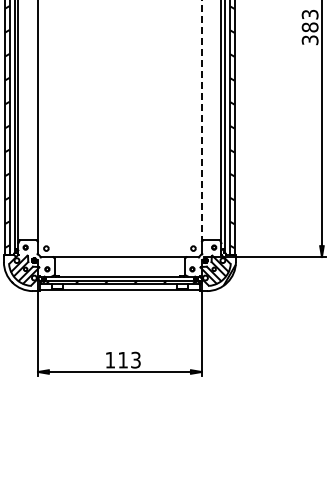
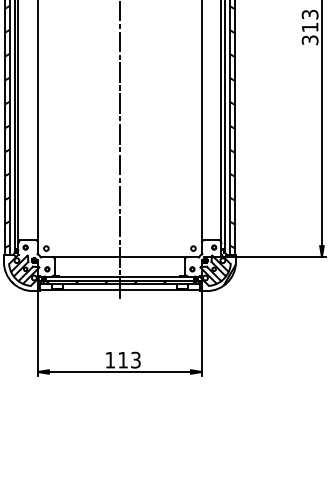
text at (309, 27): 383 -> 313
line at (201, 121): dashed -> solid
line at (119, 151): none -> present
